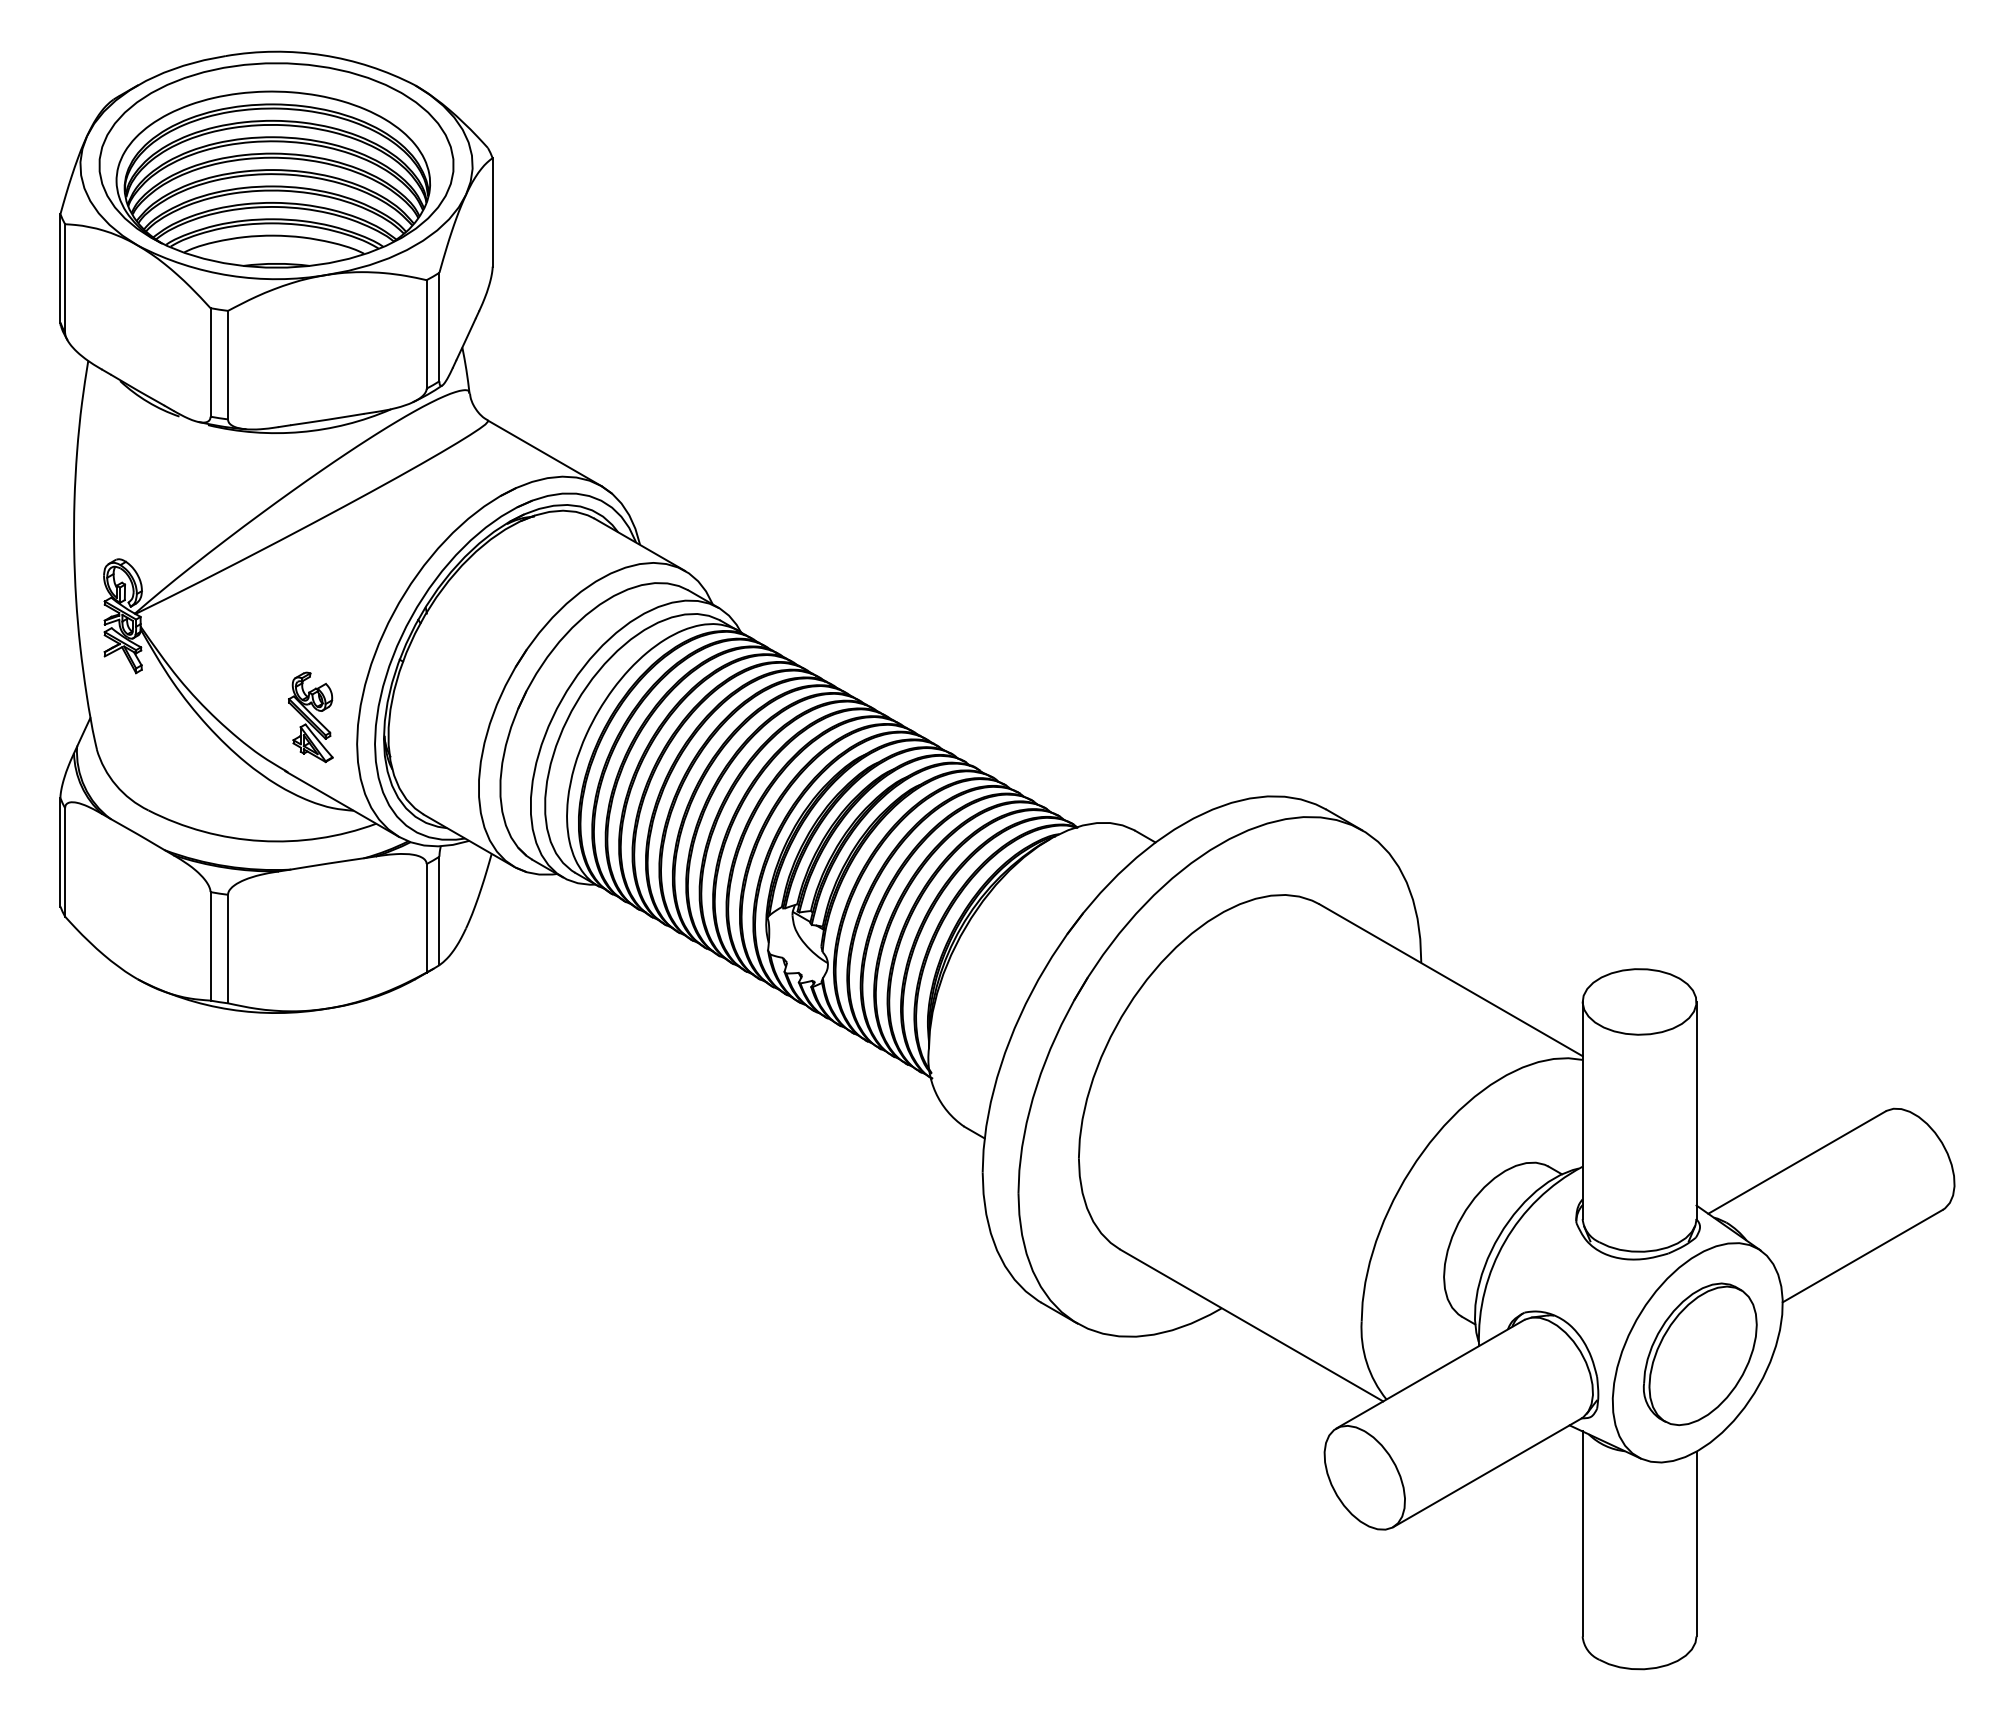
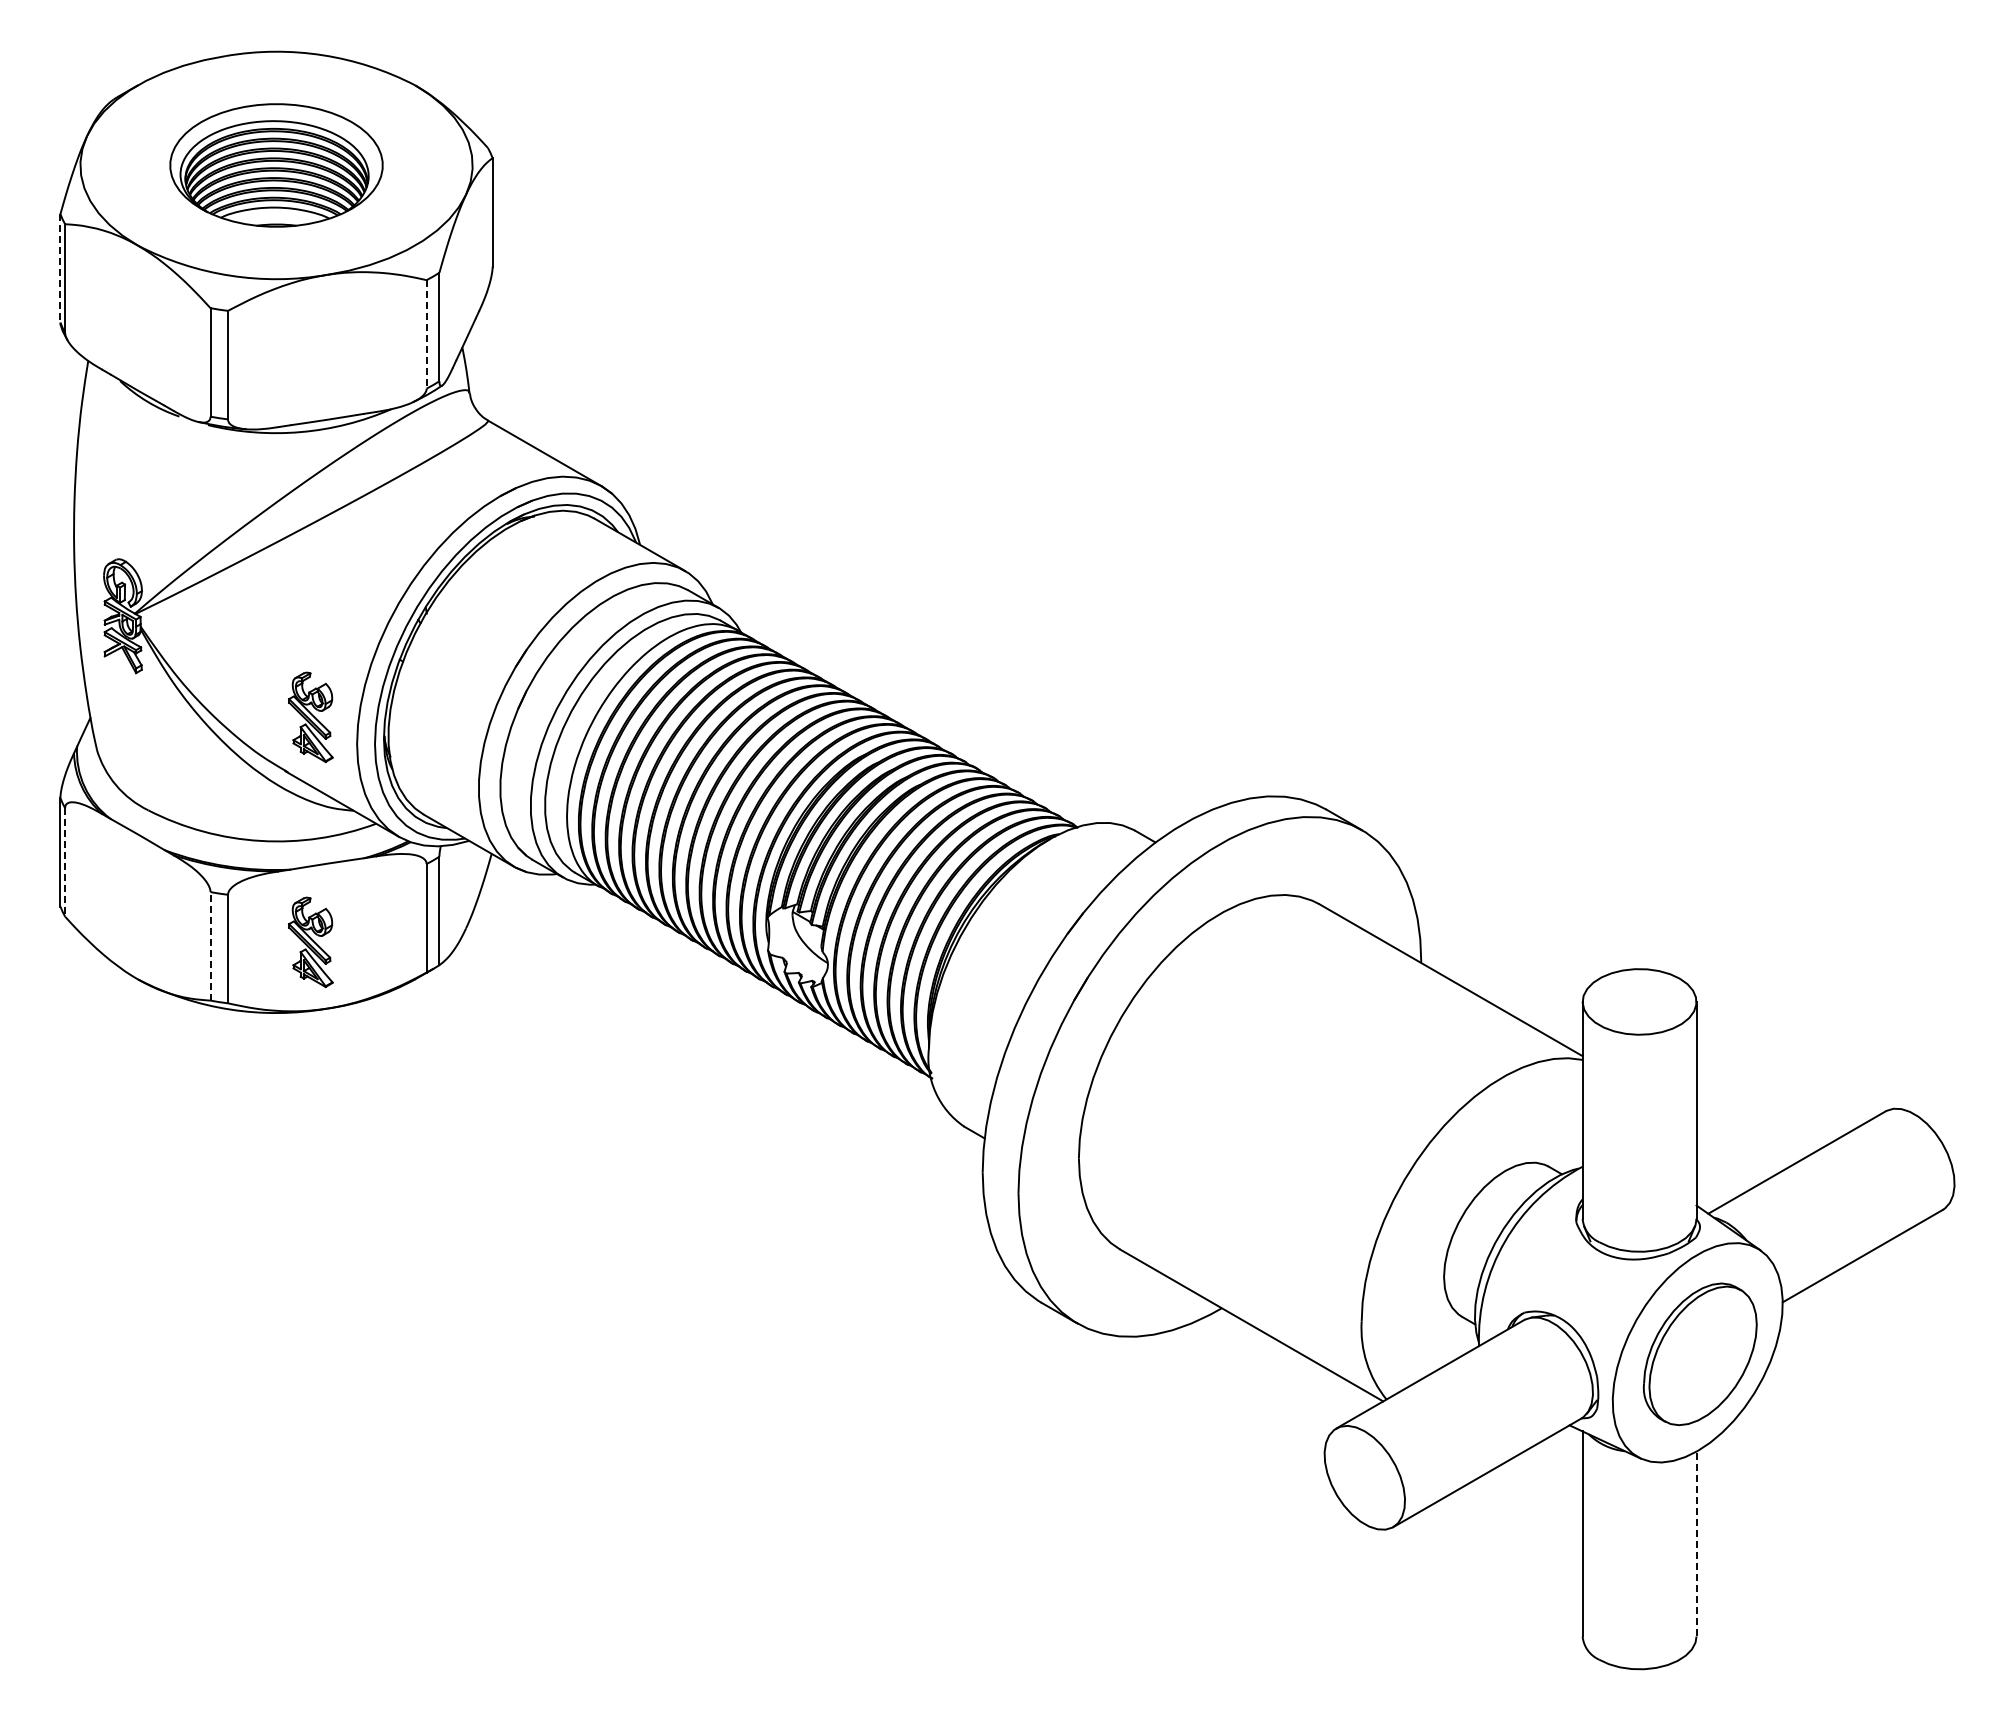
part at (276, 165) size: 357x207 px -> 215x125 px
line at (60, 268): solid -> dashed
line at (426, 334): solid -> dashed
line at (65, 862): solid -> dashed
part at (310, 942): none -> present
line at (210, 945): solid -> dashed
line at (1696, 1543): solid -> dashed
